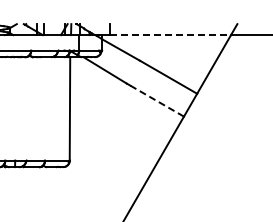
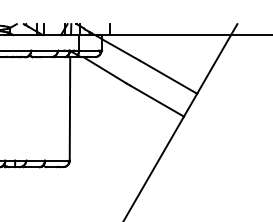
line at (171, 35): dashed -> solid
line at (157, 101): dashed -> solid
